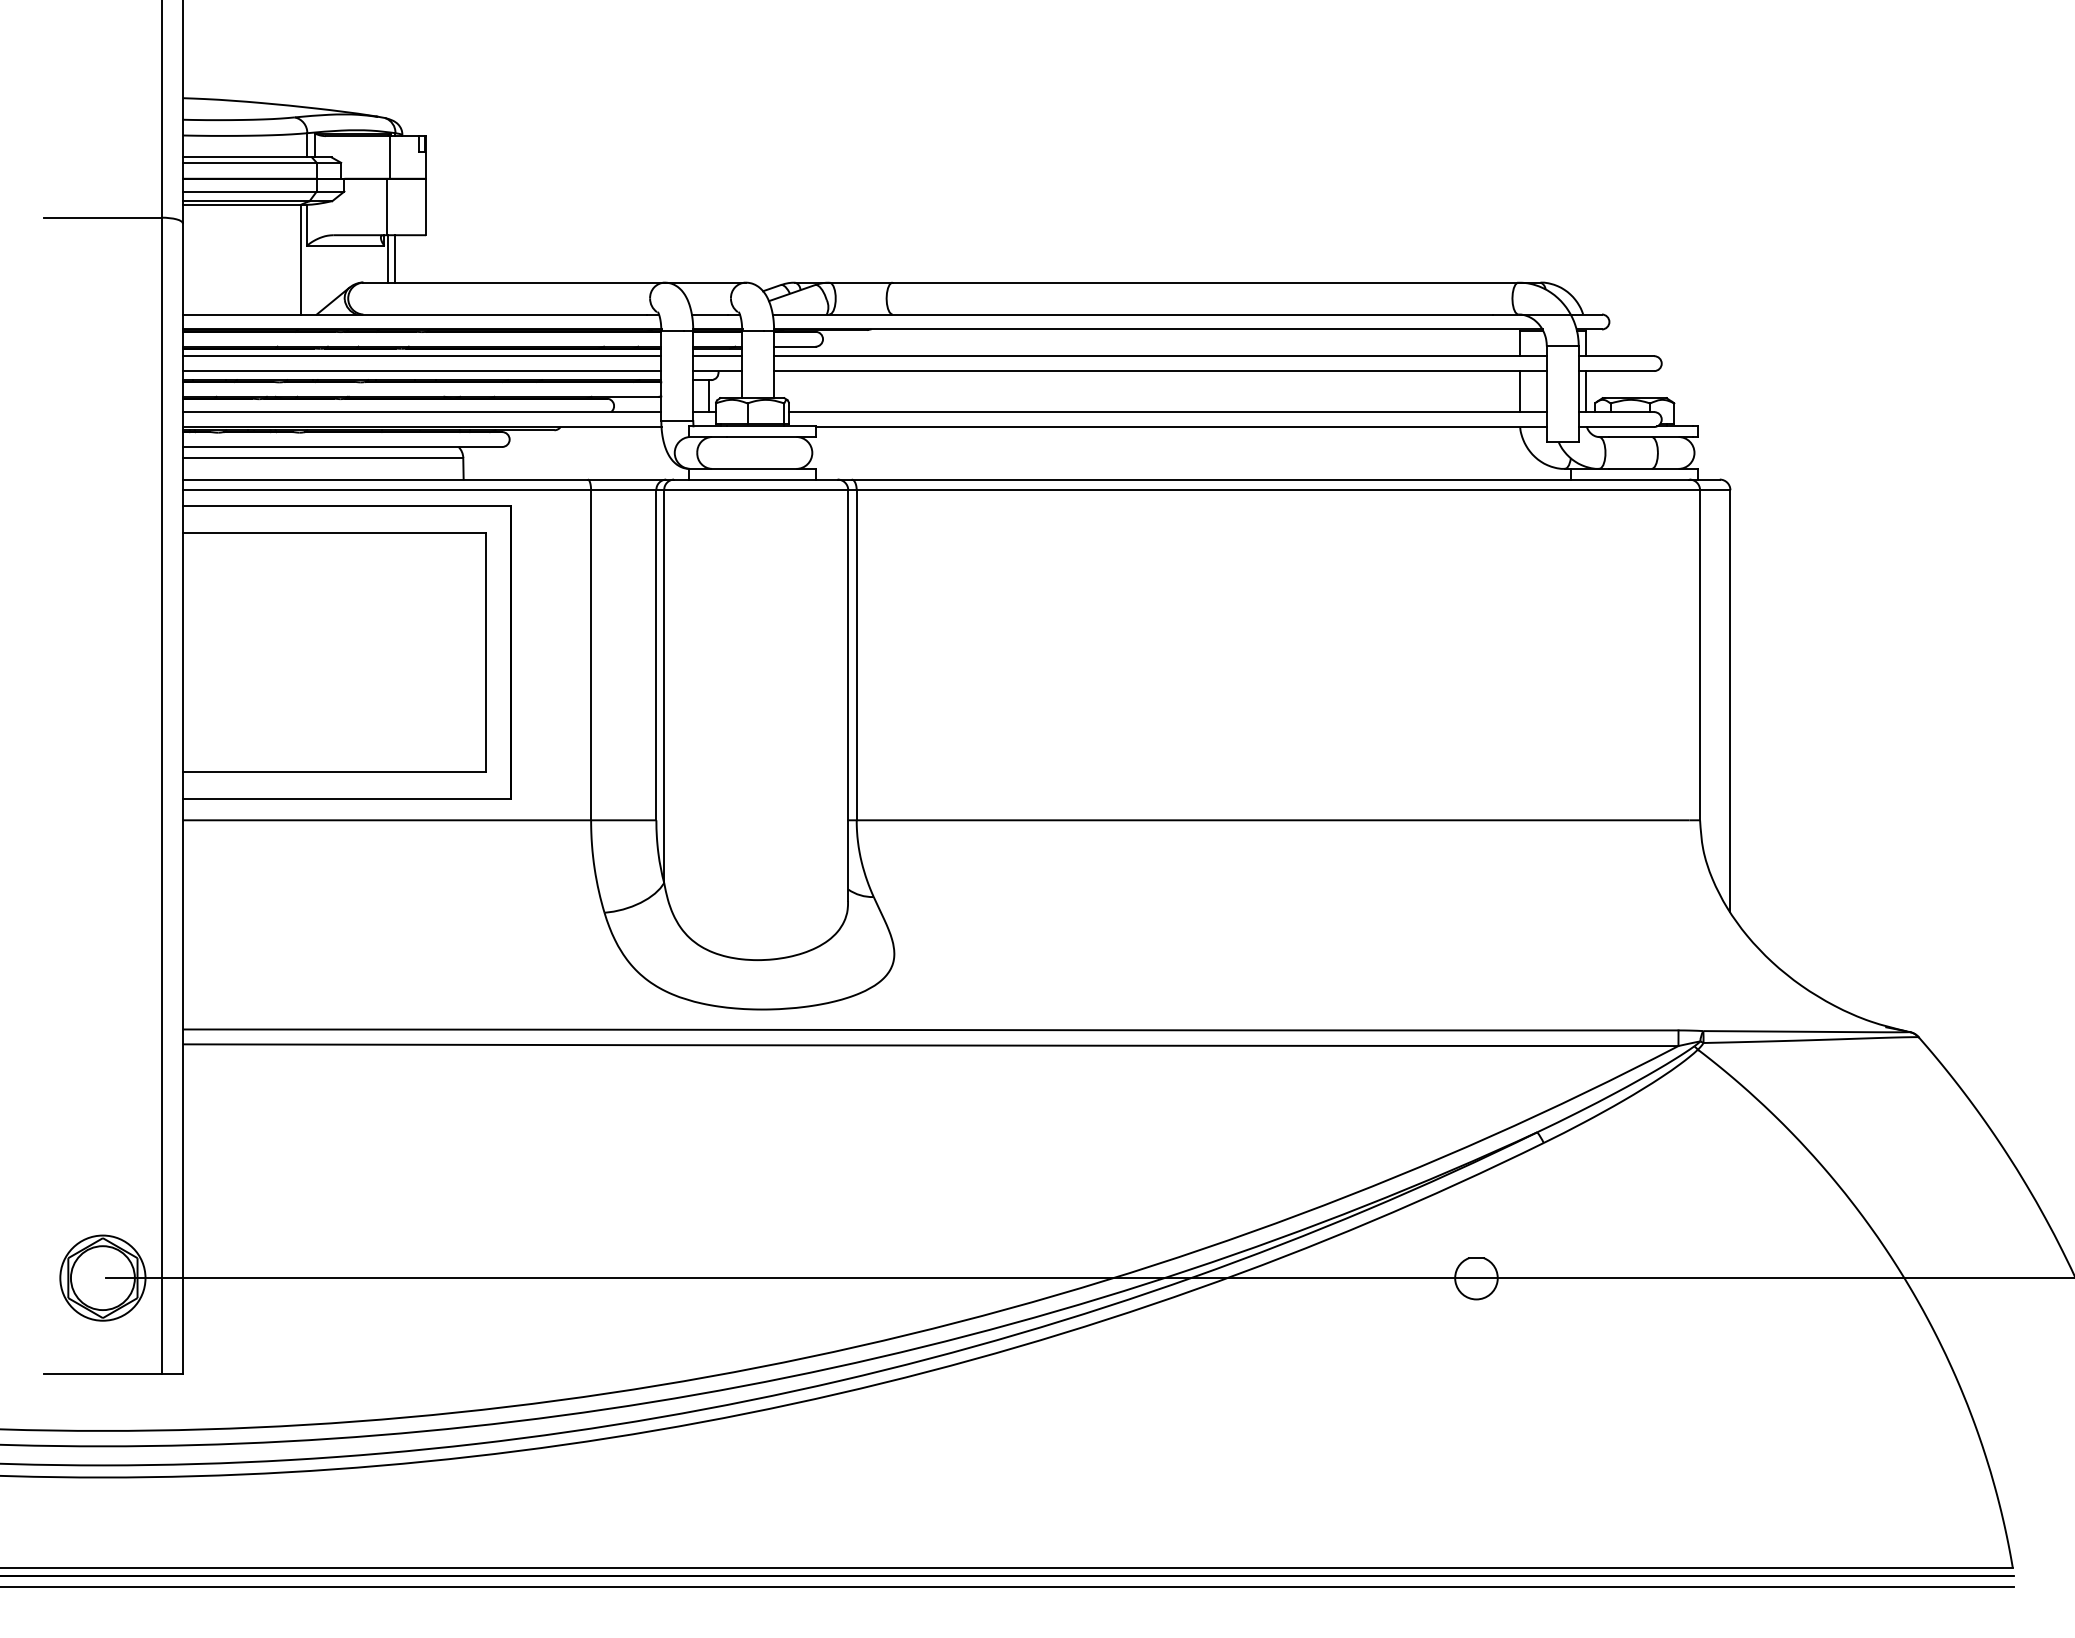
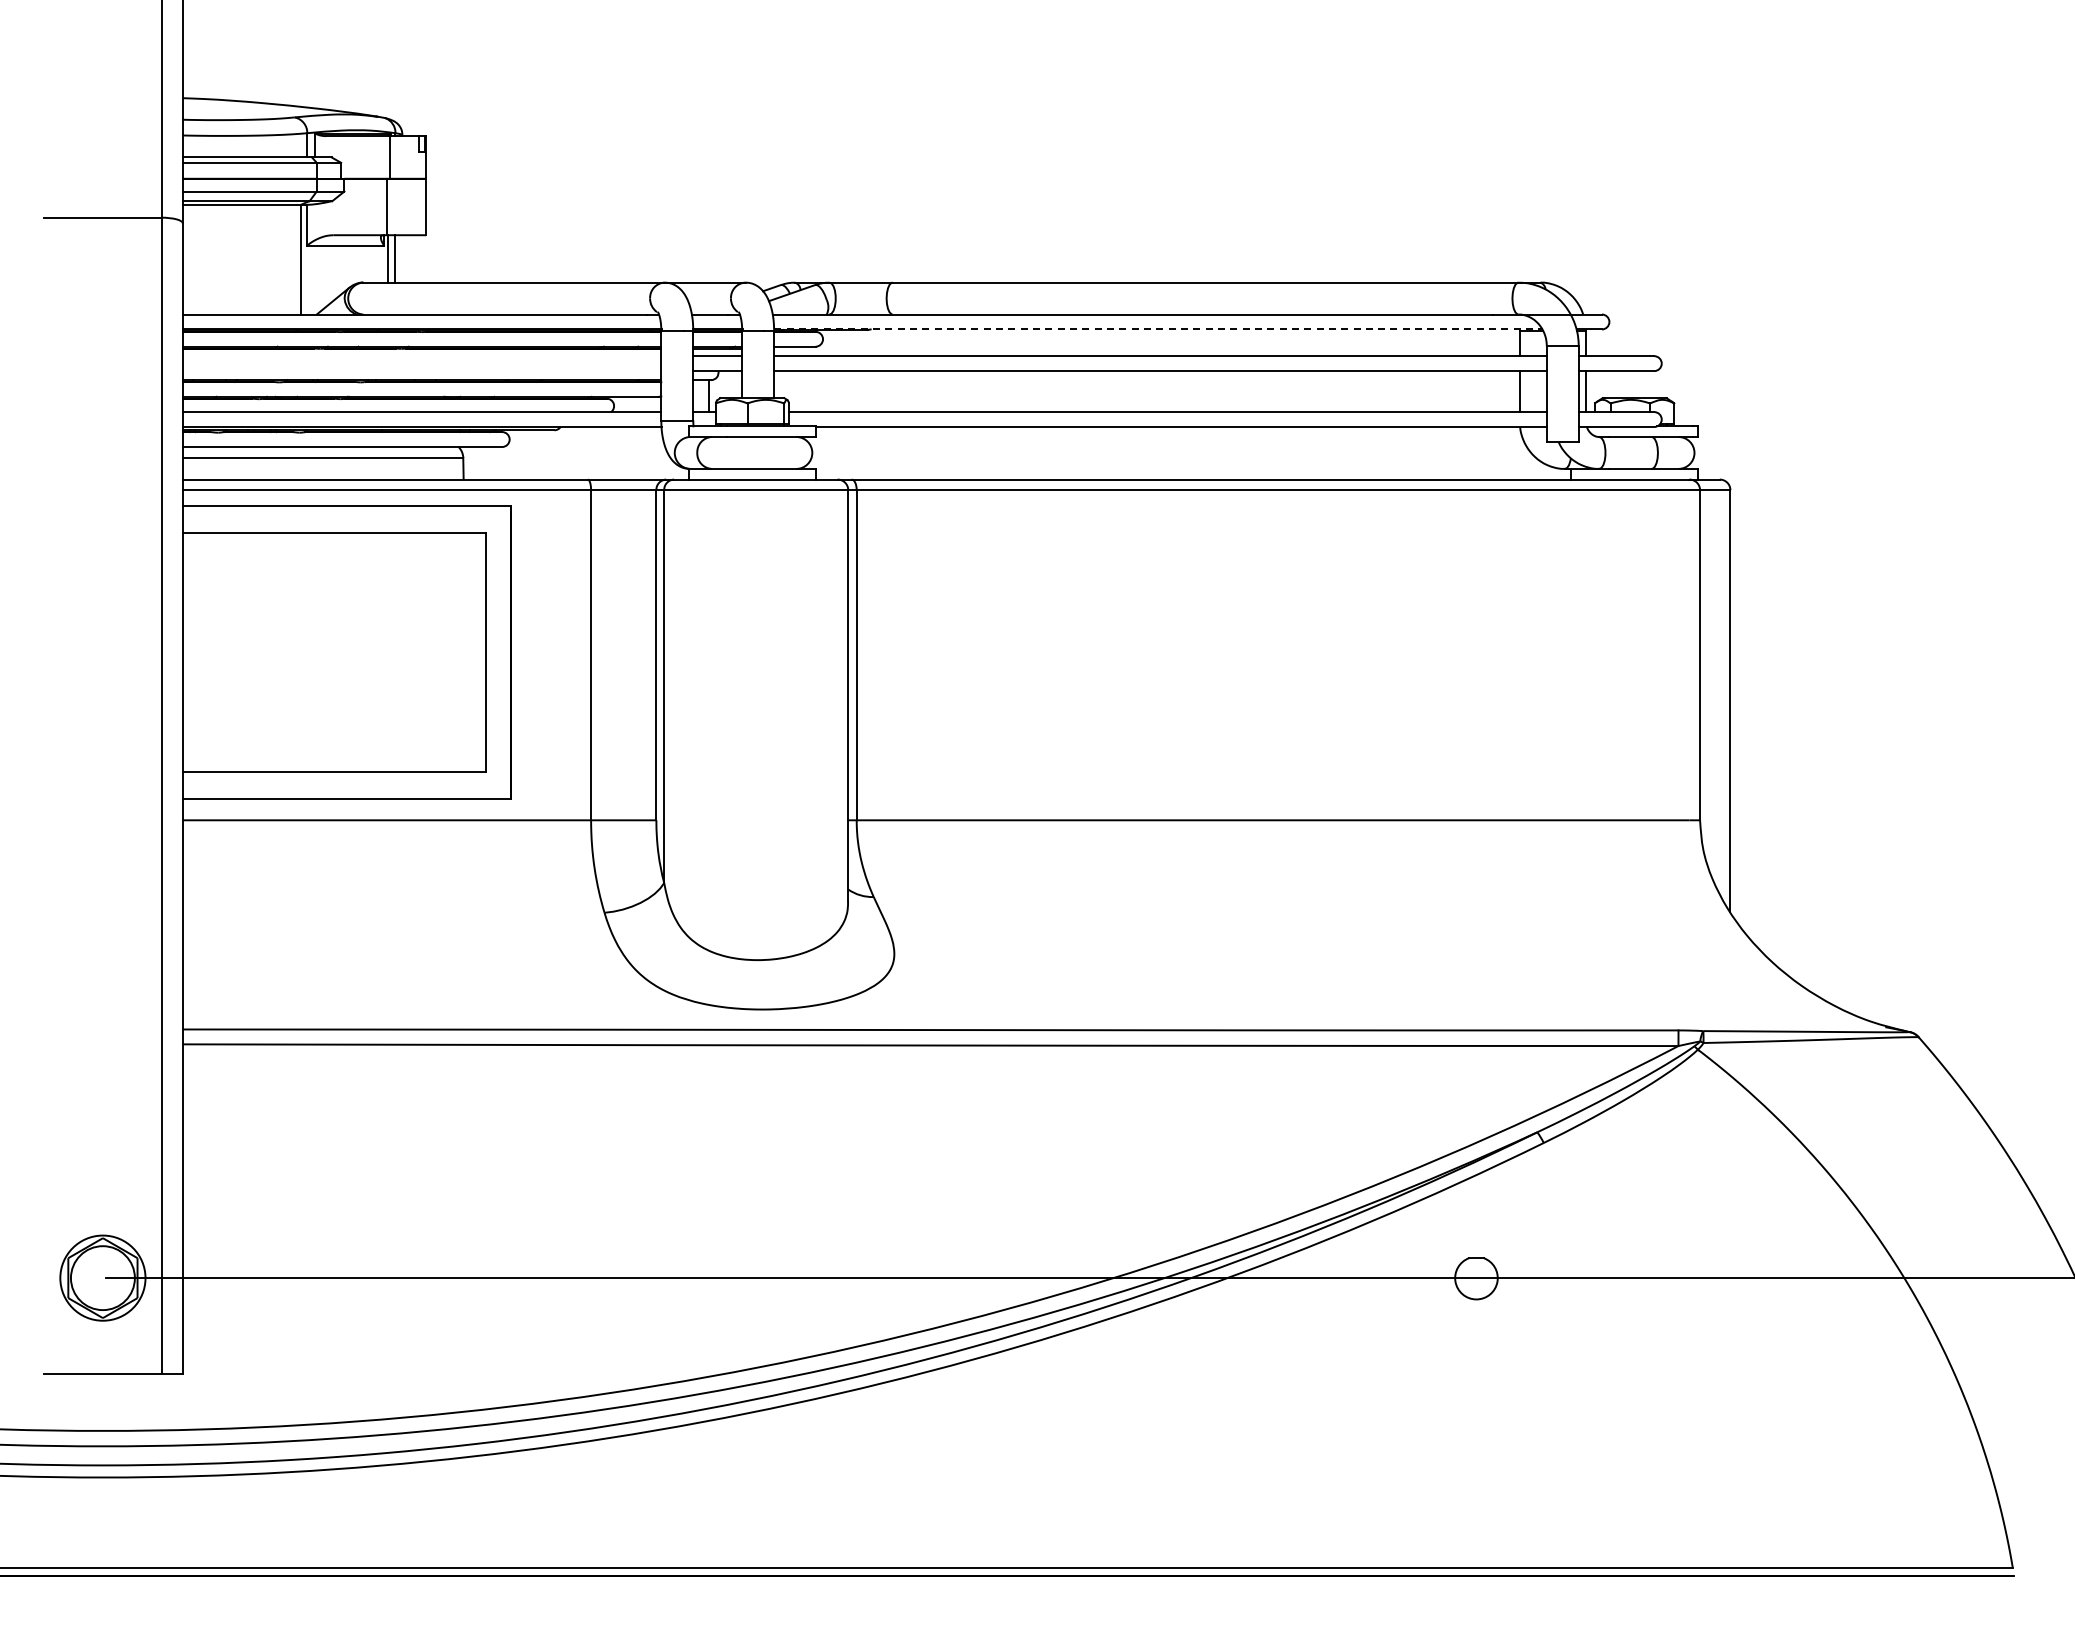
line at (1159, 329): solid -> dashed
line at (421, 356): present -> none
line at (421, 371): present -> none
line at (1008, 1586): present -> none
